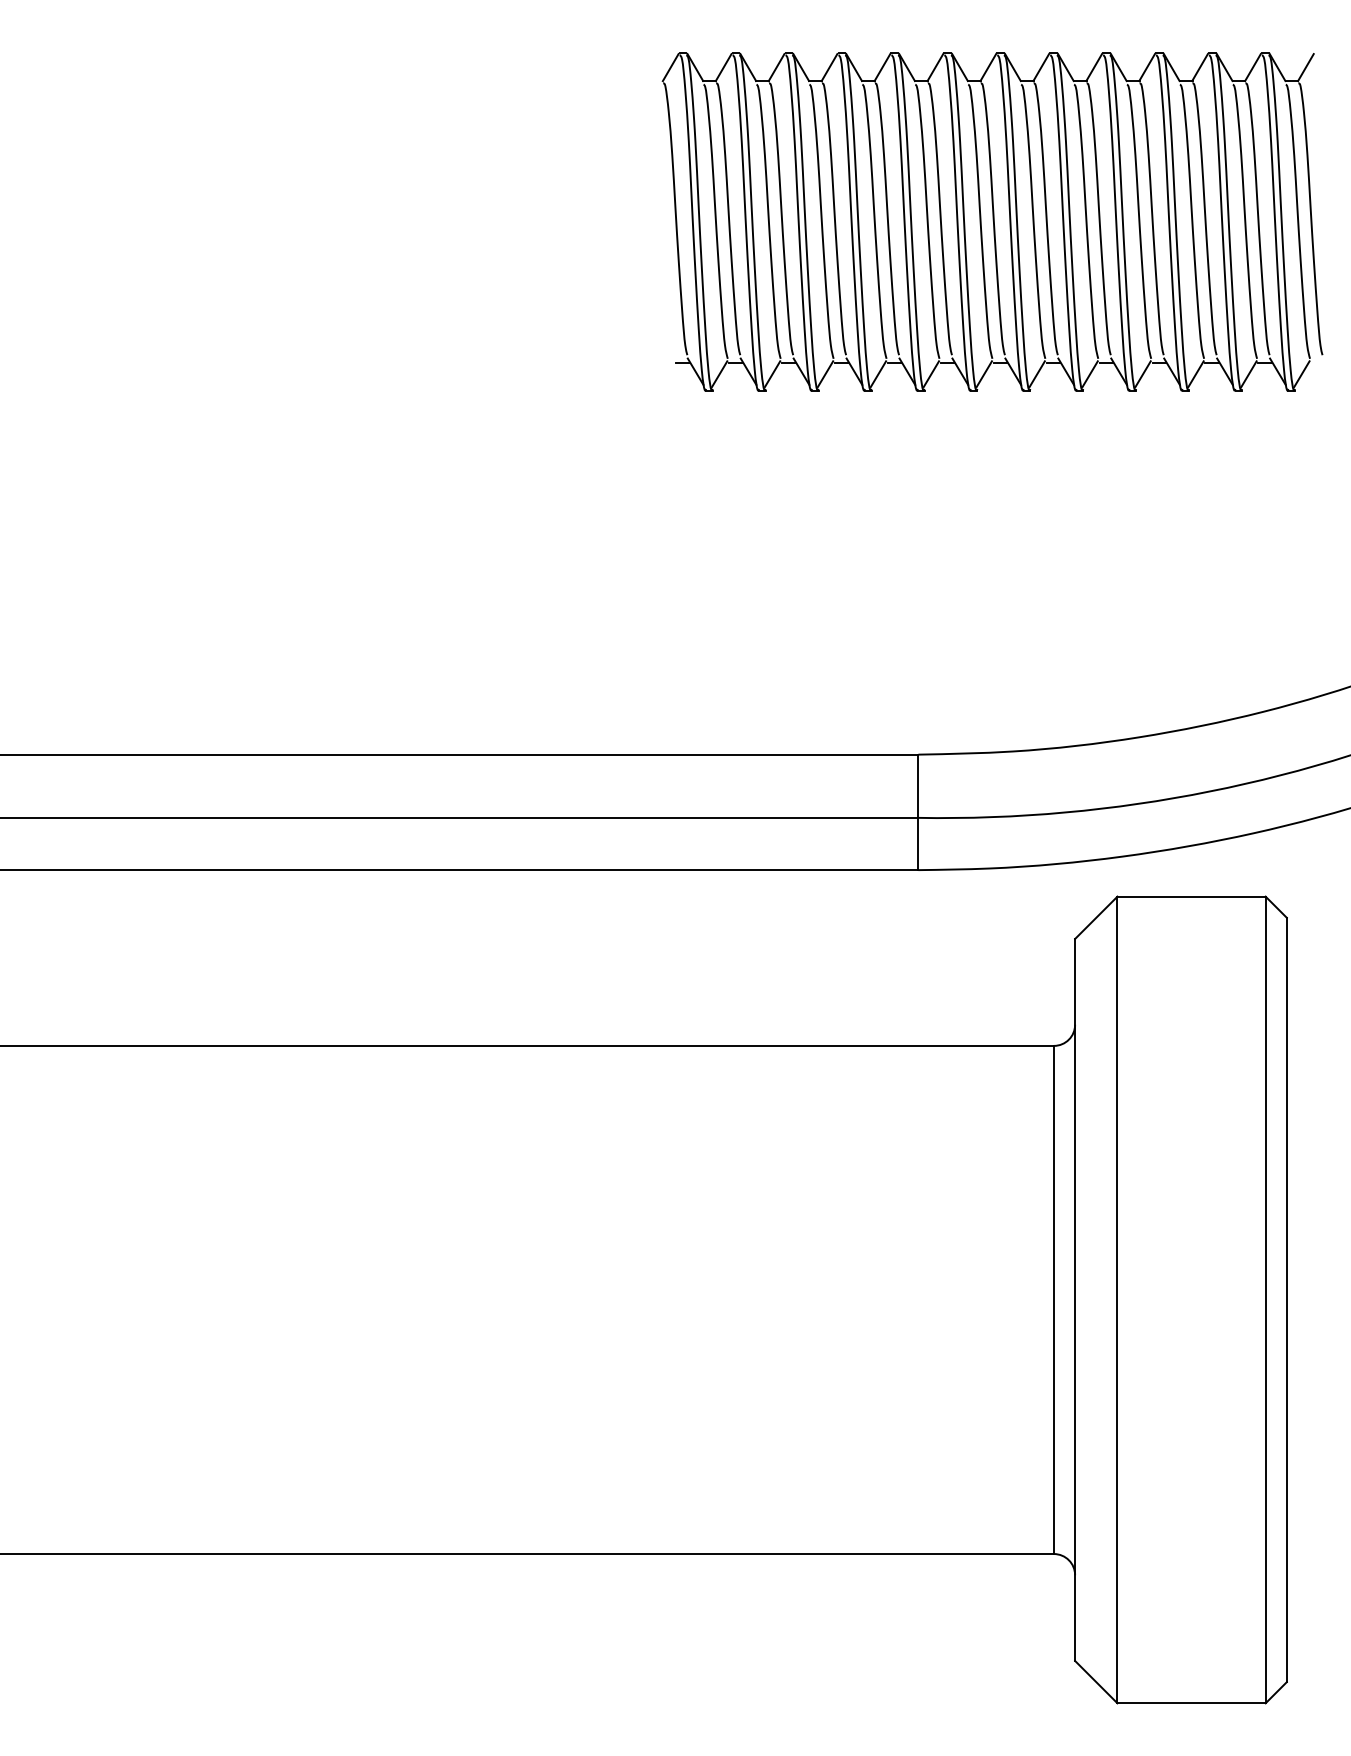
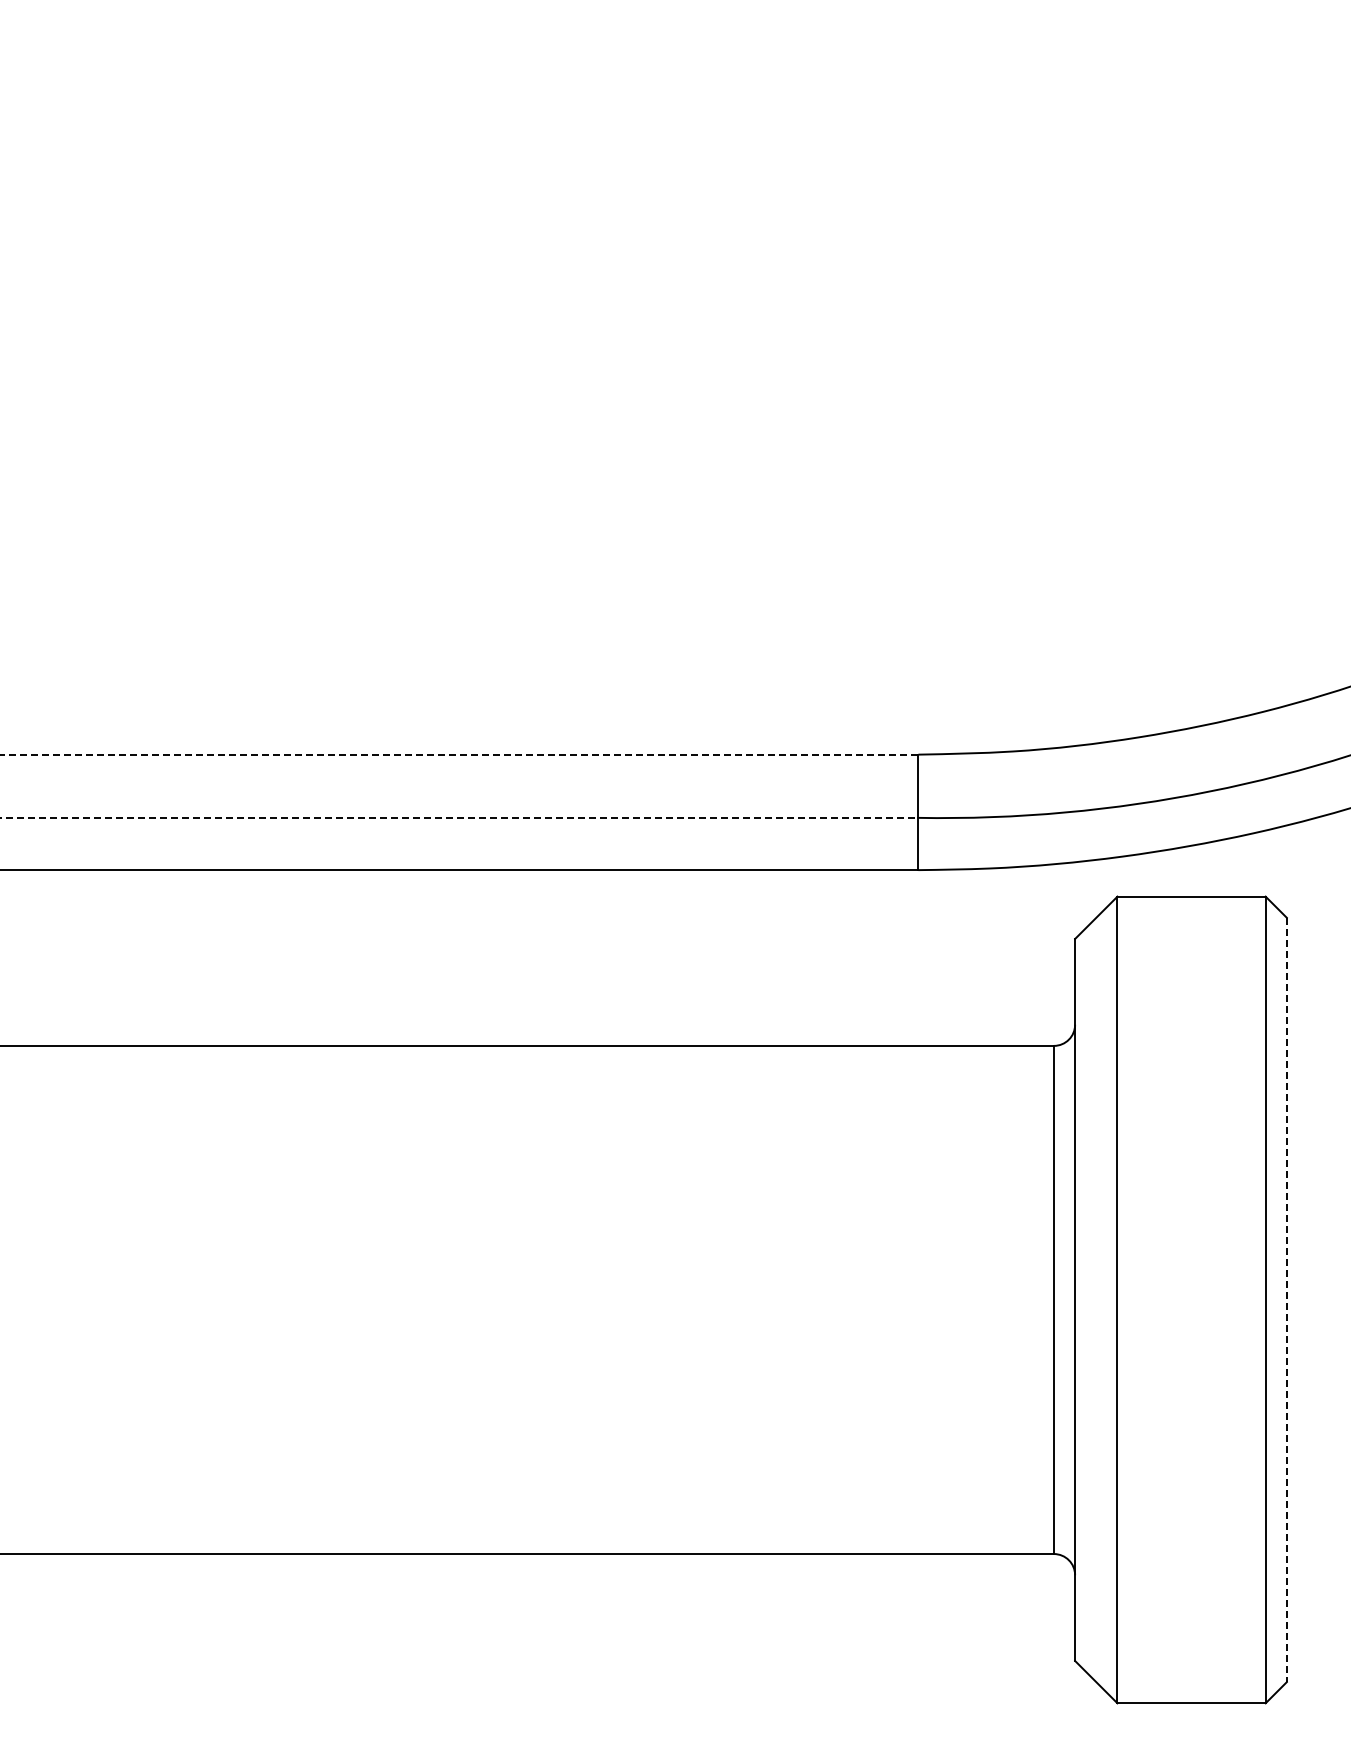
part at (992, 221): present -> none
line at (459, 754): solid -> dashed
line at (459, 818): solid -> dashed
line at (1286, 1300): solid -> dashed
